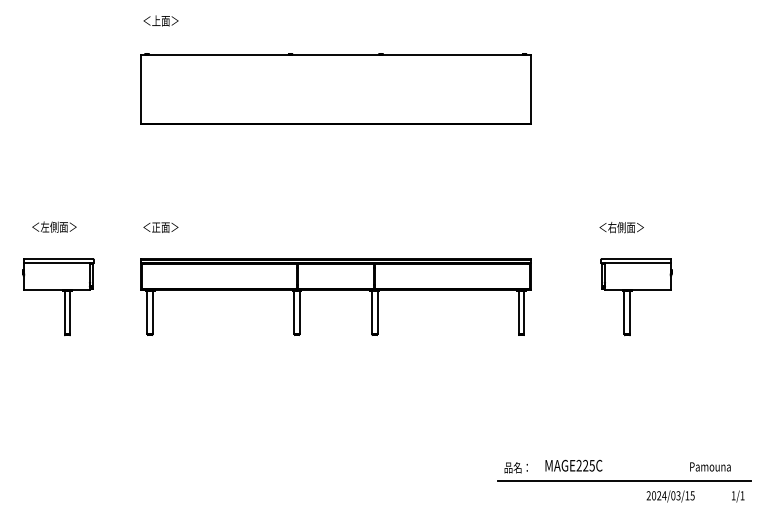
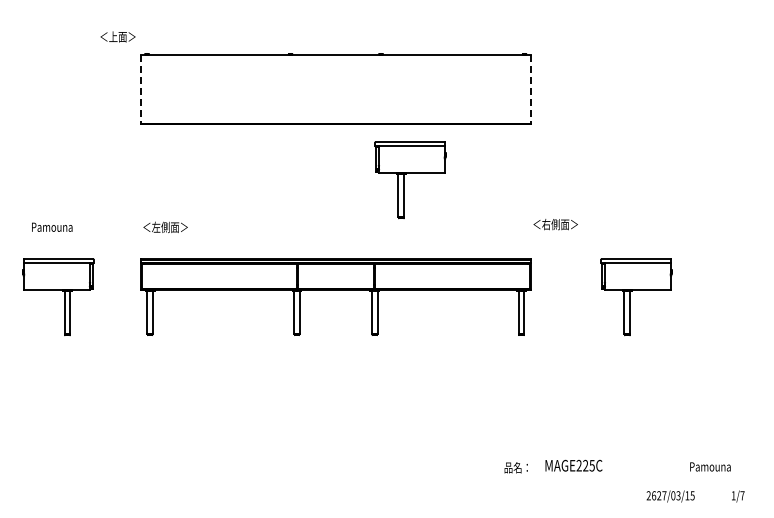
text at (160, 20) position: (160, 20) -> (117, 36)
line at (140, 89): solid -> dashed
line at (530, 89): solid -> dashed
part at (410, 180): none -> present
text at (54, 226): ＜左側面＞ -> Pamouna
text at (169, 226): ＜正面＞ -> ＜左側面＞
text at (621, 227) position: (621, 227) -> (555, 224)
line at (624, 480): present -> none
text at (659, 495): 2024/03/15 -> 2627/03/15
text at (742, 495): 1/1 -> 1/7
